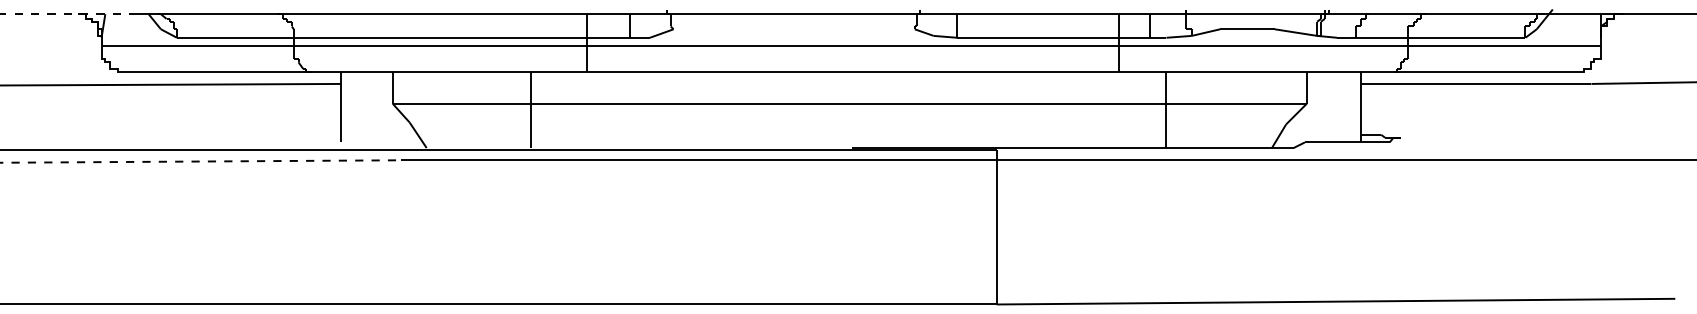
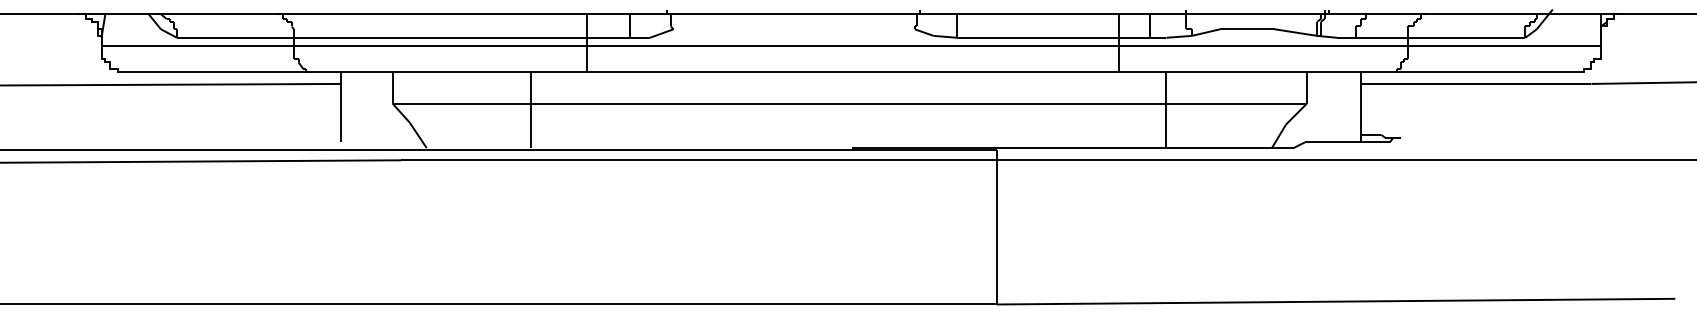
line at (68, 14): dashed -> solid
line at (201, 161): dashed -> solid
